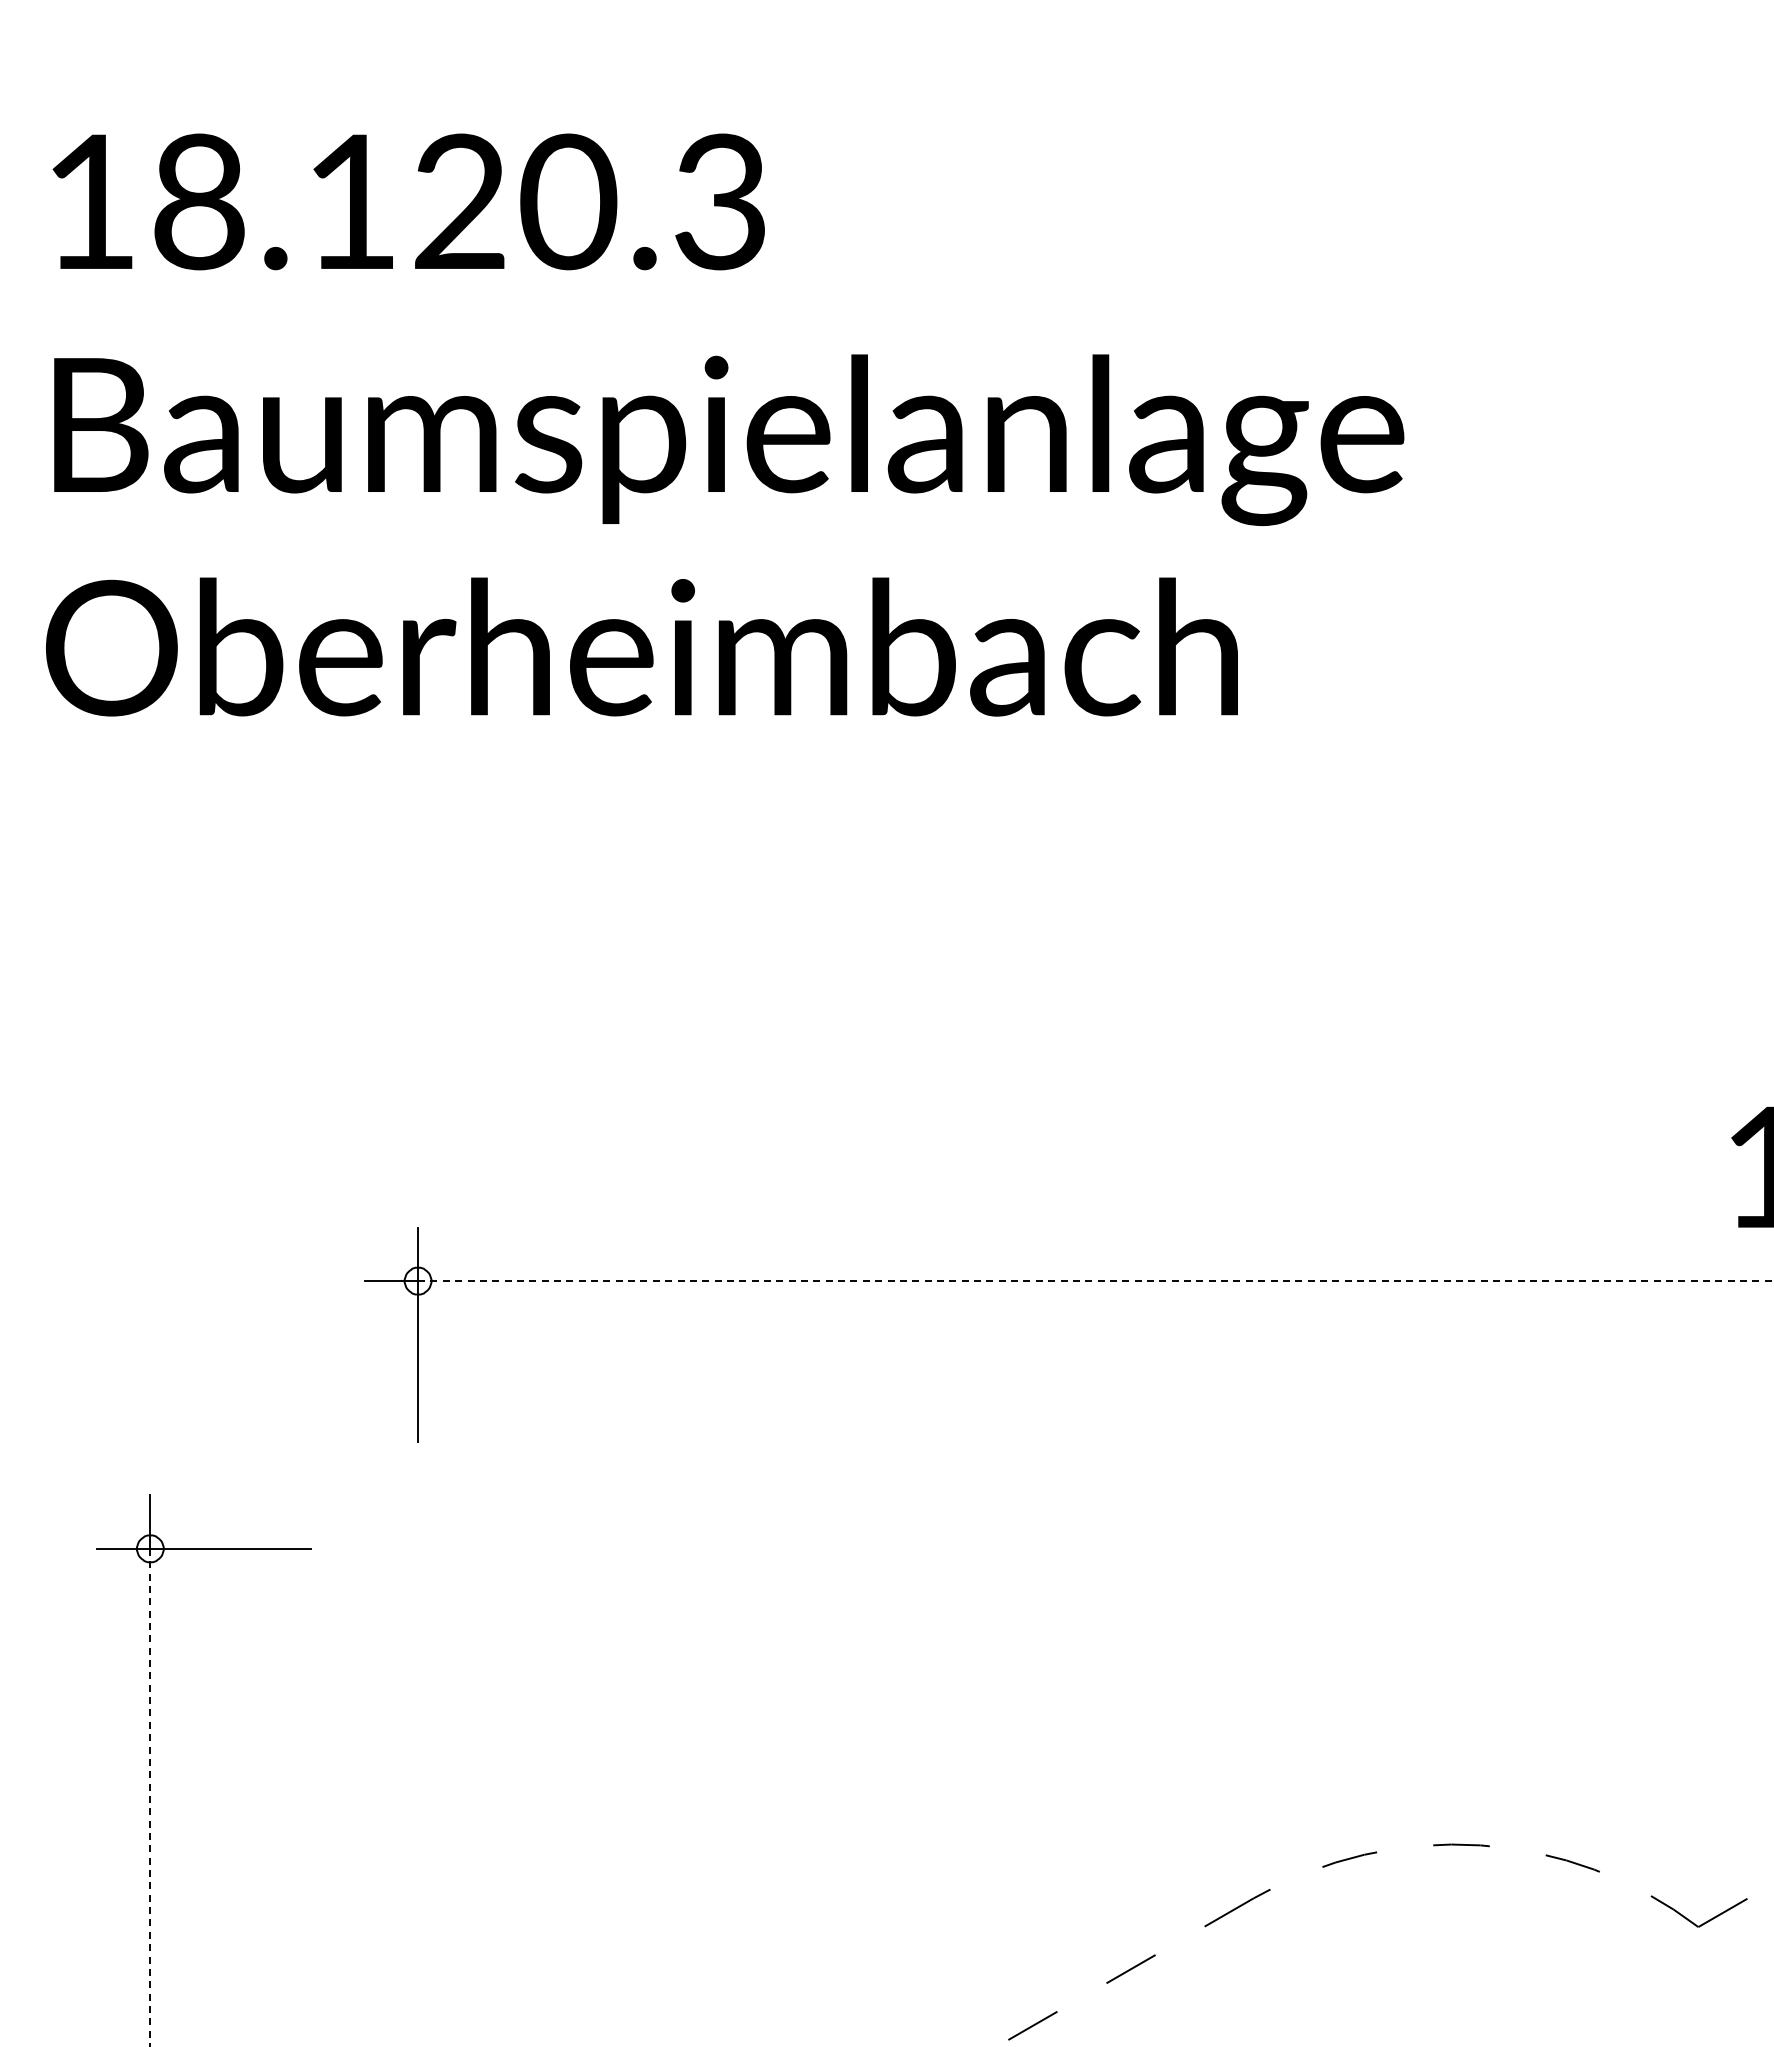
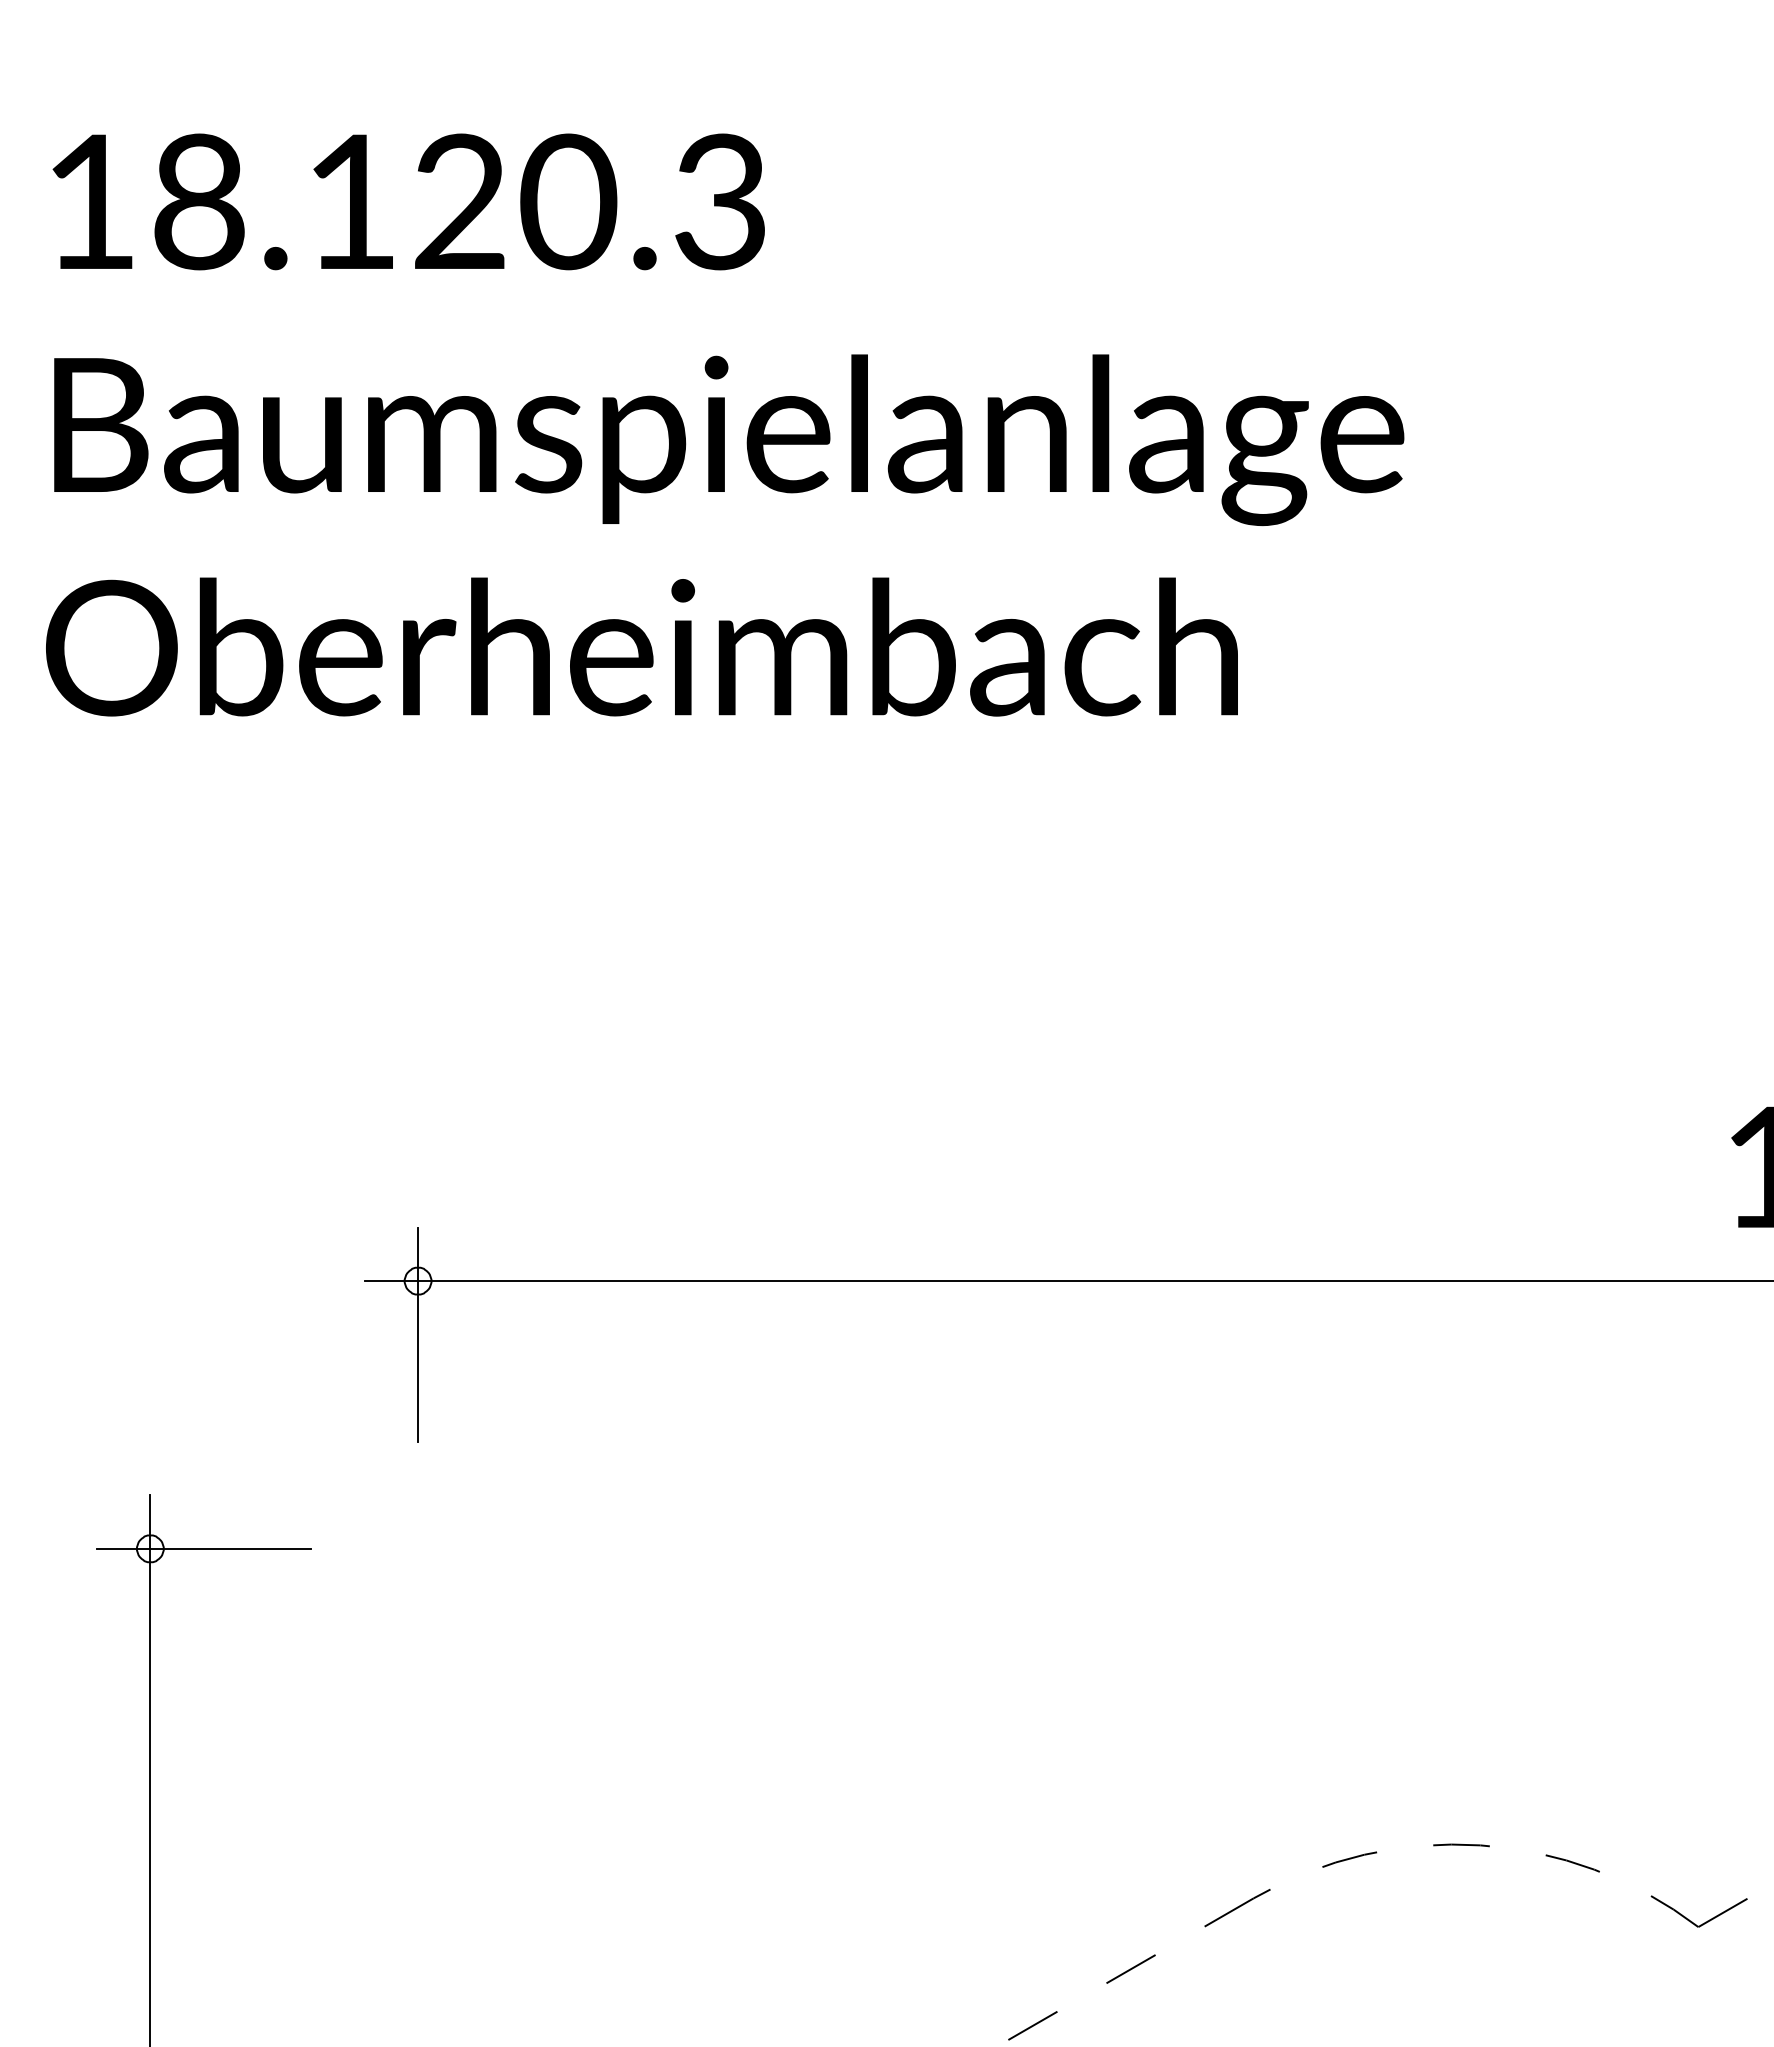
line at (1095, 1281): dashed -> solid
line at (150, 1797): dashed -> solid
